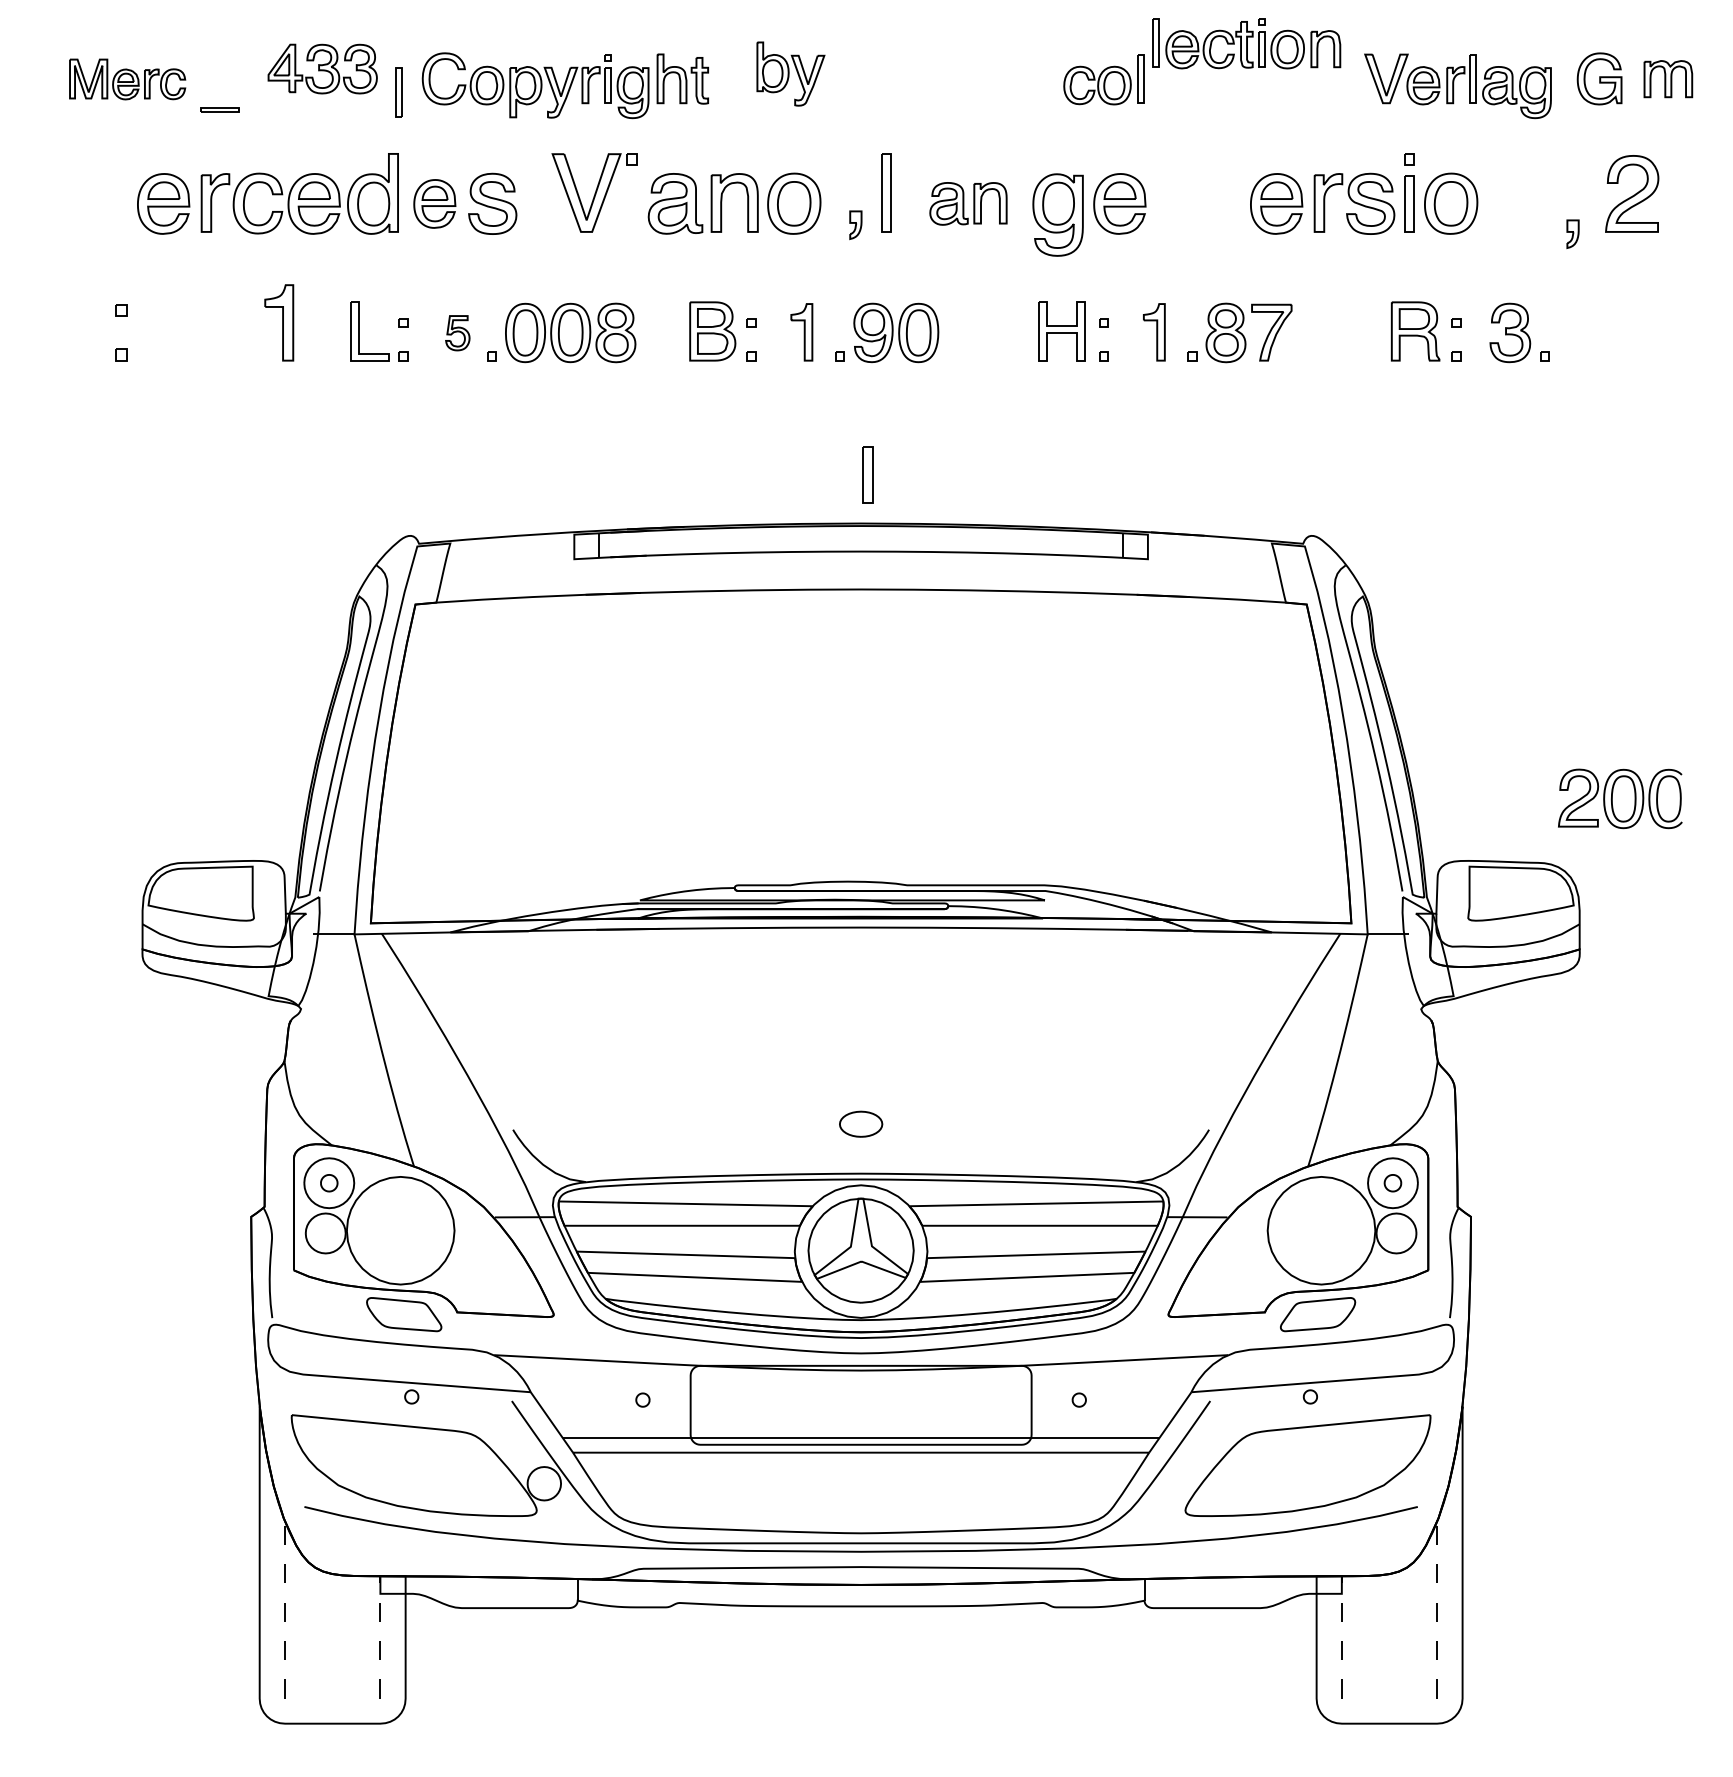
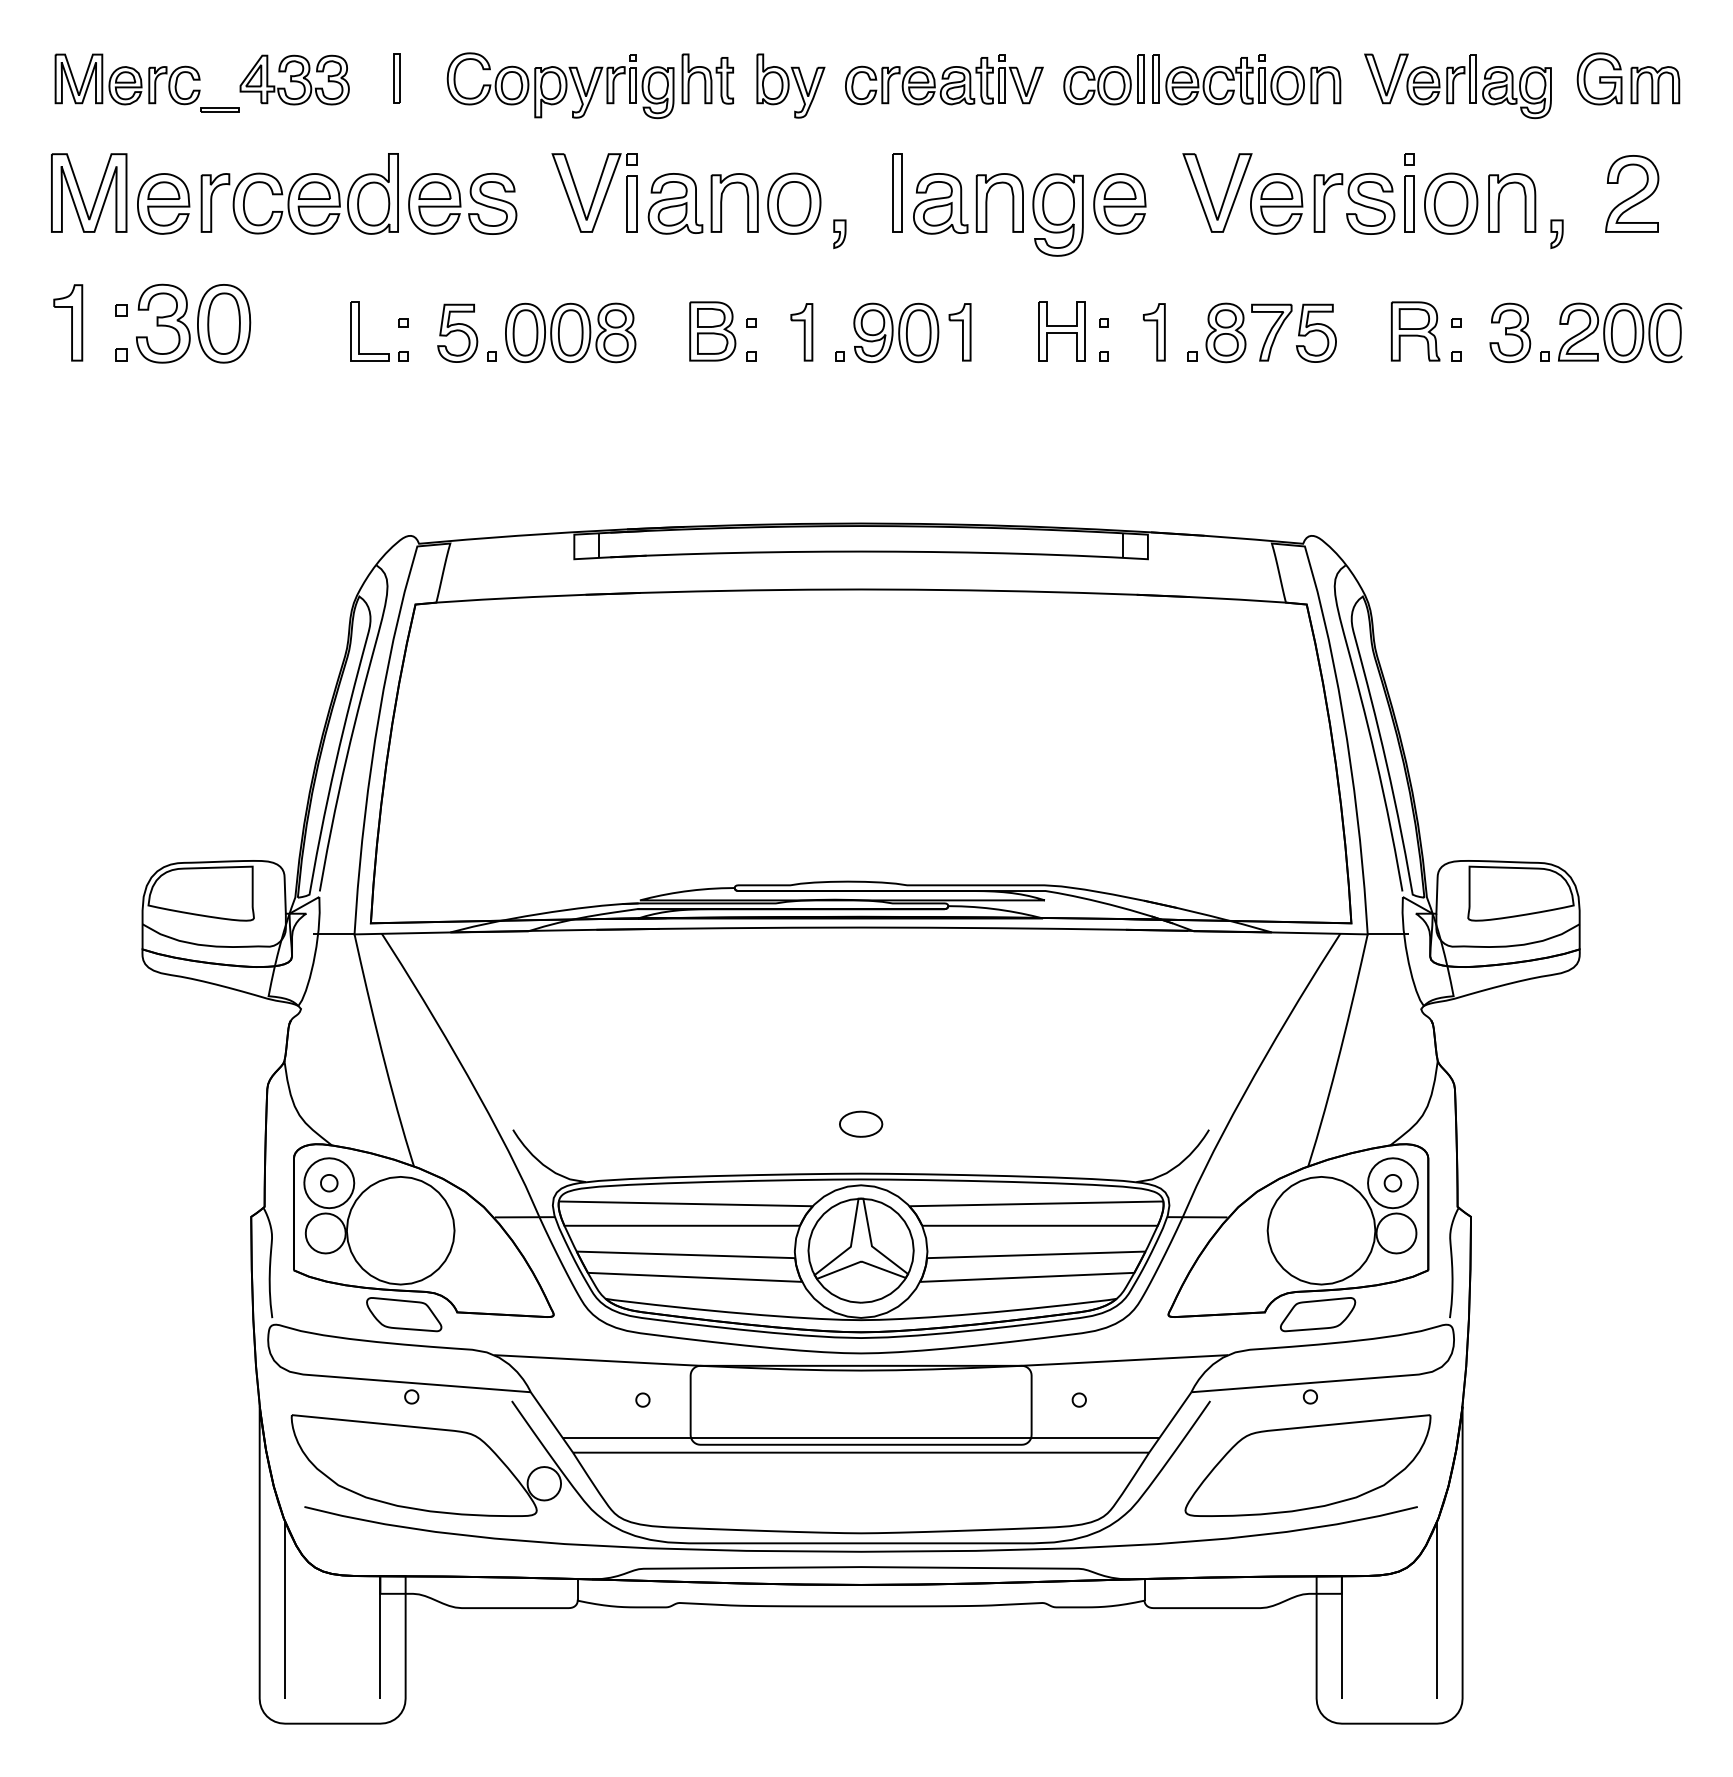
part at (1246, 43) position: (1246, 43) -> (1246, 79)
part at (322, 68) position: (322, 68) -> (294, 79)
part at (790, 73) position: (790, 73) -> (790, 85)
part at (127, 79) size: 118x43 px -> 147x53 px
part at (944, 79): none -> present
part at (1668, 79) position: (1668, 79) -> (1655, 85)
part at (564, 85) position: (564, 85) -> (589, 85)
part at (398, 92) position: (398, 92) -> (396, 78)
part at (886, 192) position: (886, 192) -> (897, 192)
part at (96, 195): none -> present
part at (1210, 195): none -> present
part at (1524, 202): none -> present
part at (434, 203) size: 44x50 px -> 54x62 px
part at (968, 203) size: 79x44 px -> 111x62 px
part at (855, 225) position: (855, 225) -> (839, 234)
part at (1572, 233) position: (1572, 233) -> (1556, 233)
part at (279, 322) position: (279, 322) -> (68, 322)
part at (193, 323): none -> present
part at (959, 332): none -> present
part at (1316, 332): none -> present
part at (457, 333) size: 26x37 px -> 42x60 px
part at (867, 474) position: (867, 474) -> (631, 203)
part at (1620, 798) position: (1620, 798) -> (1620, 332)
line at (285, 1609): dashed -> solid
line at (1437, 1609): dashed -> solid
line at (380, 1637): dashed -> solid
line at (1341, 1637): dashed -> solid
